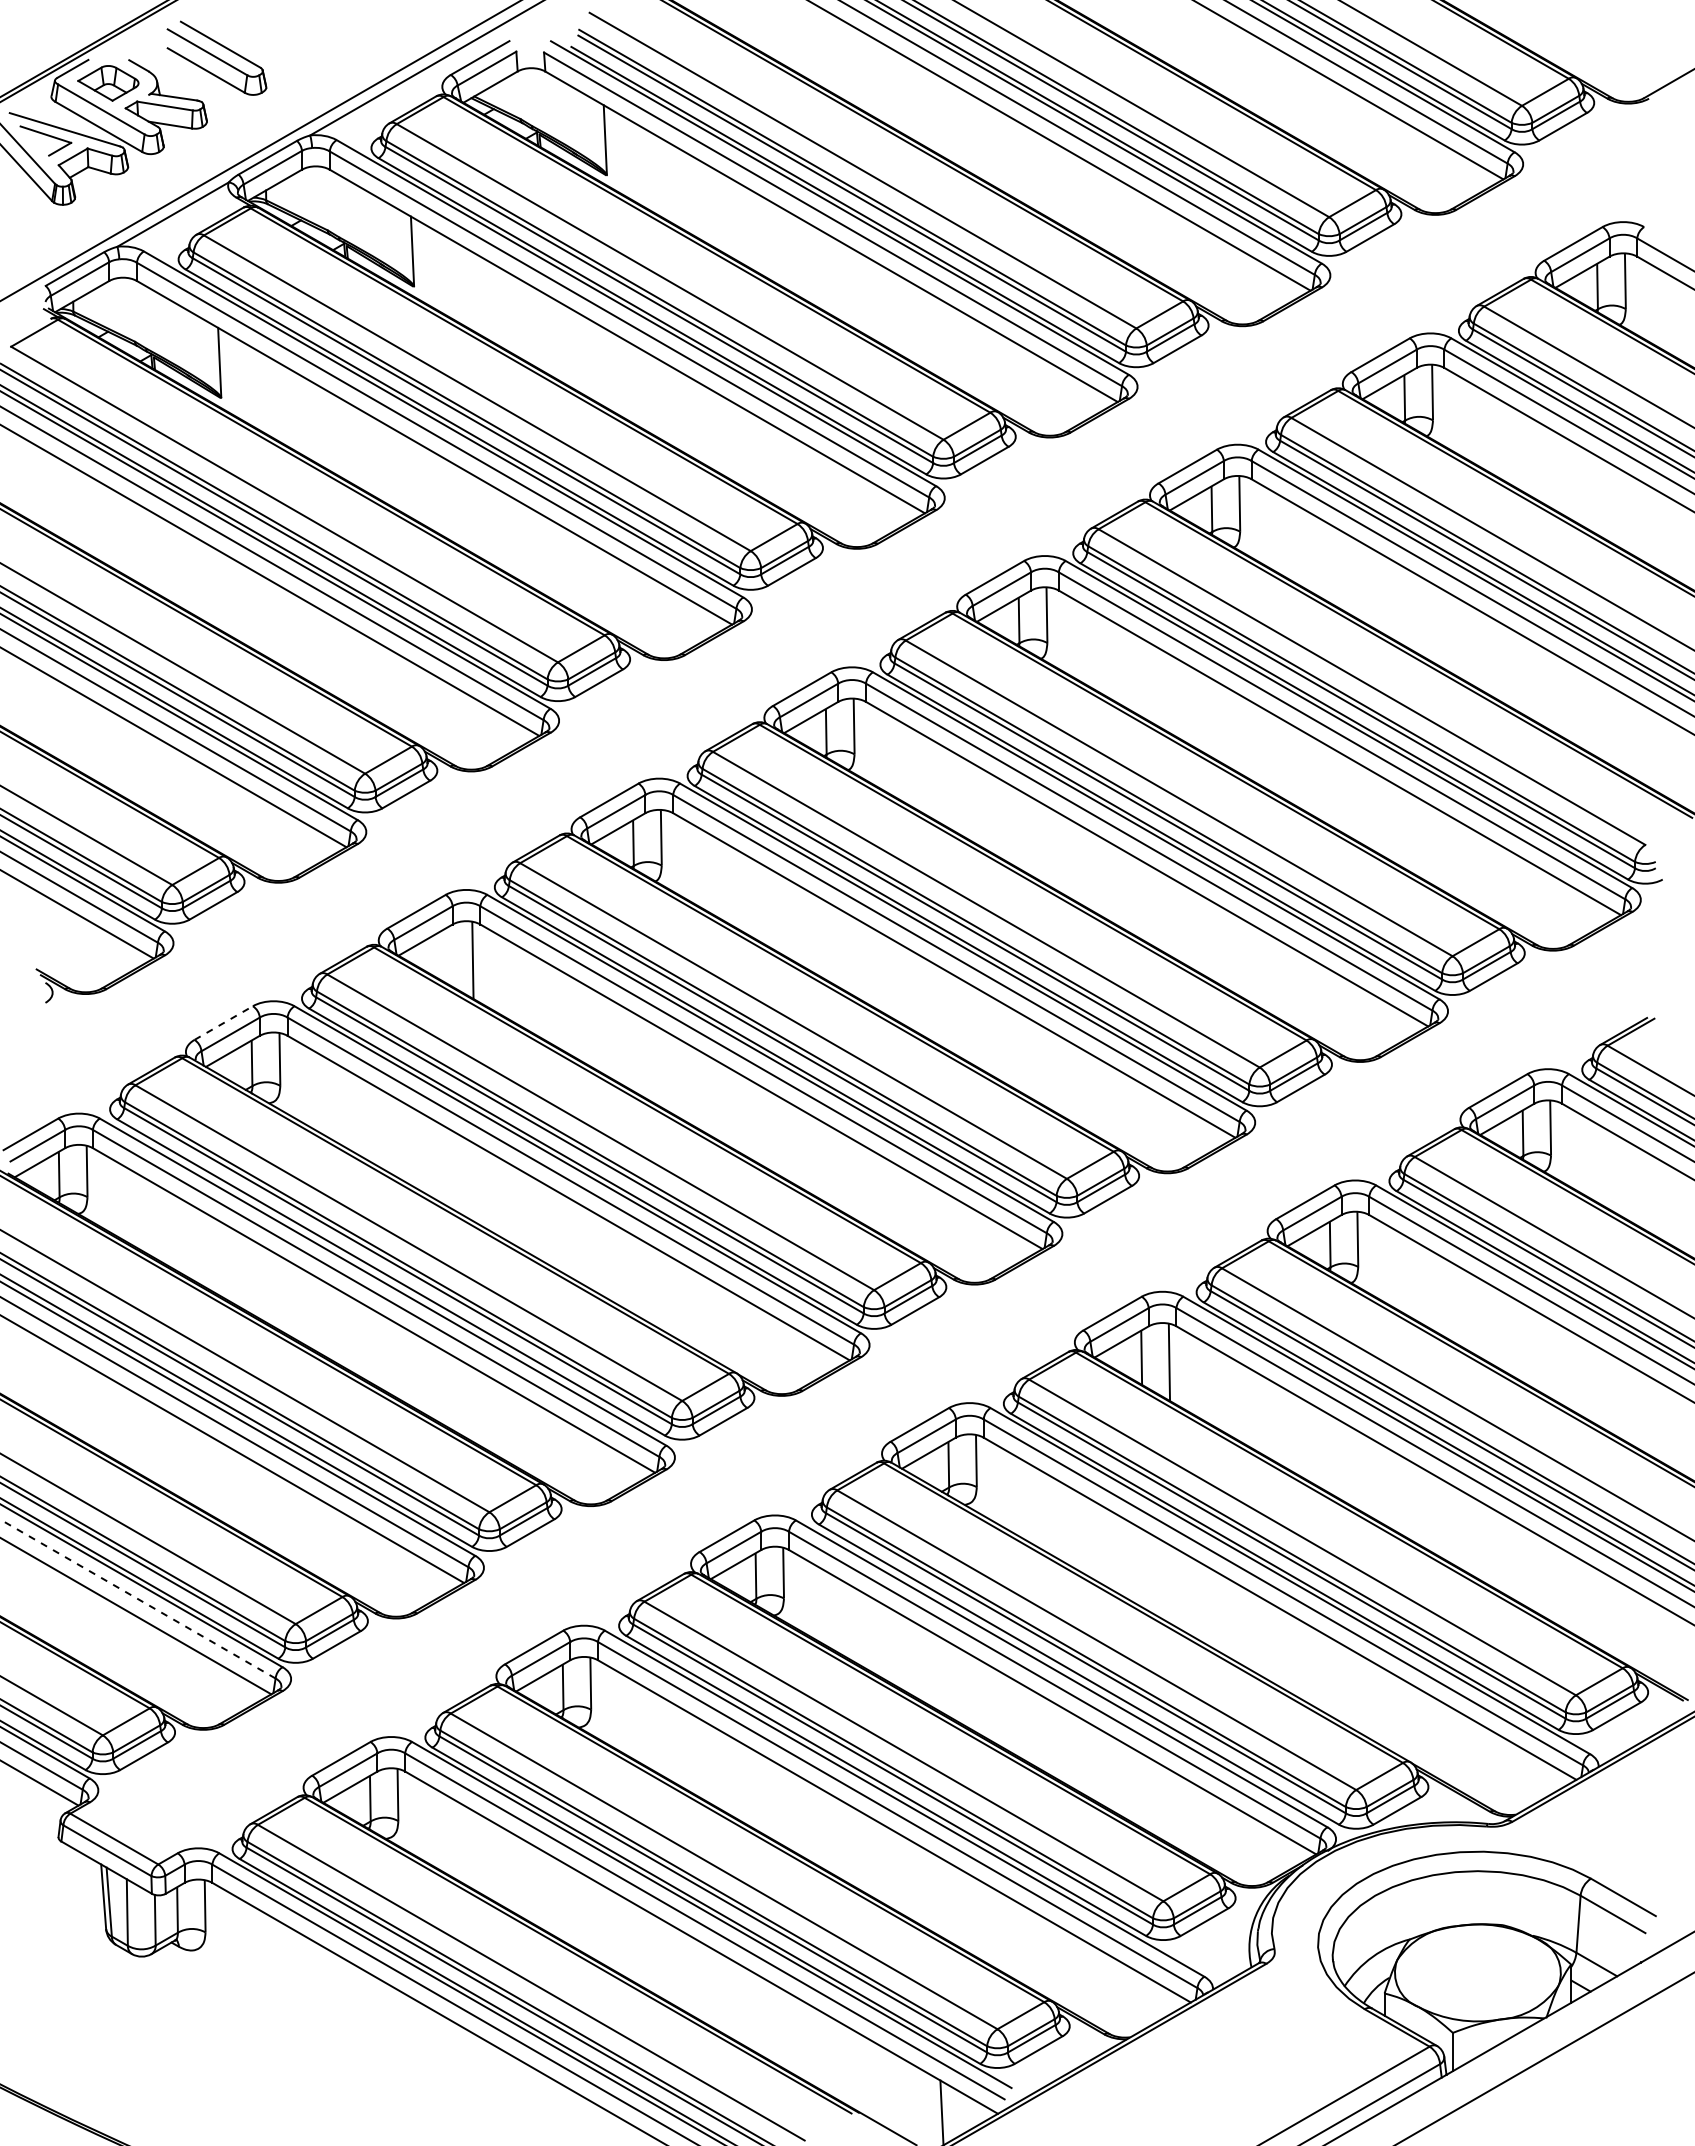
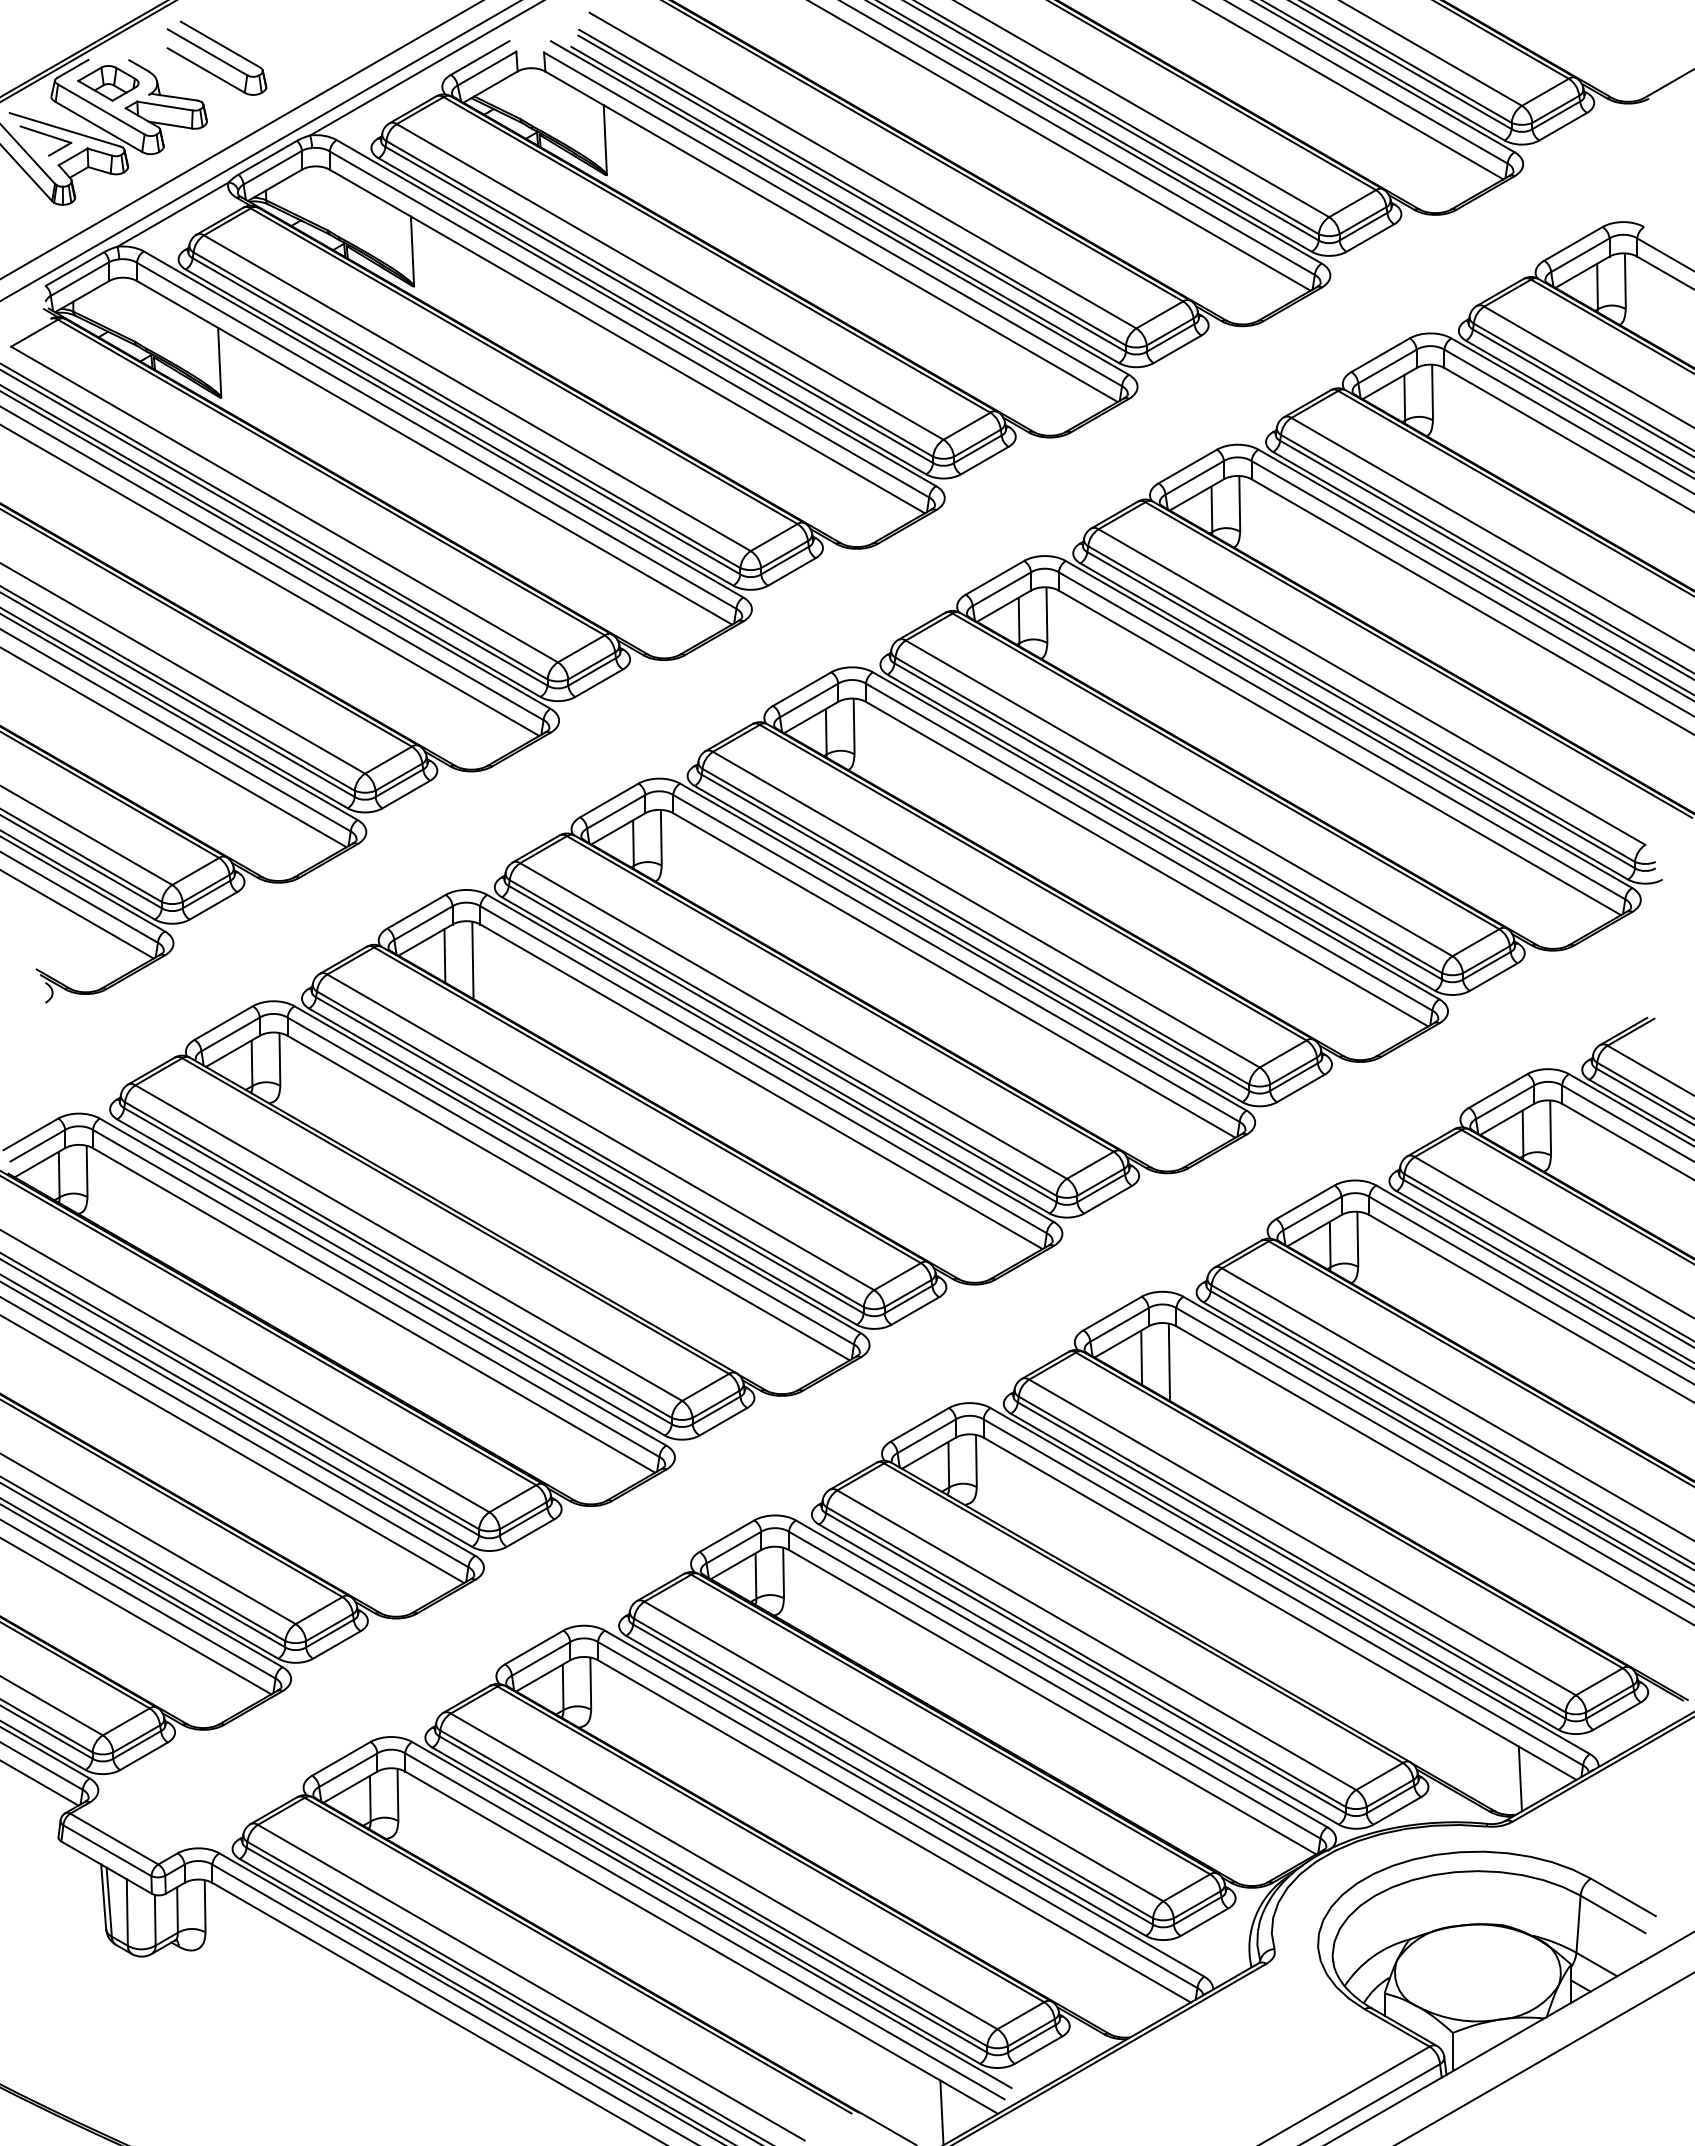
line at (241, 140): none -> present
line at (444, 955): none -> present
line at (223, 1023): dashed -> solid
line at (138, 1599): dashed -> solid
line at (1519, 1778): none -> present
